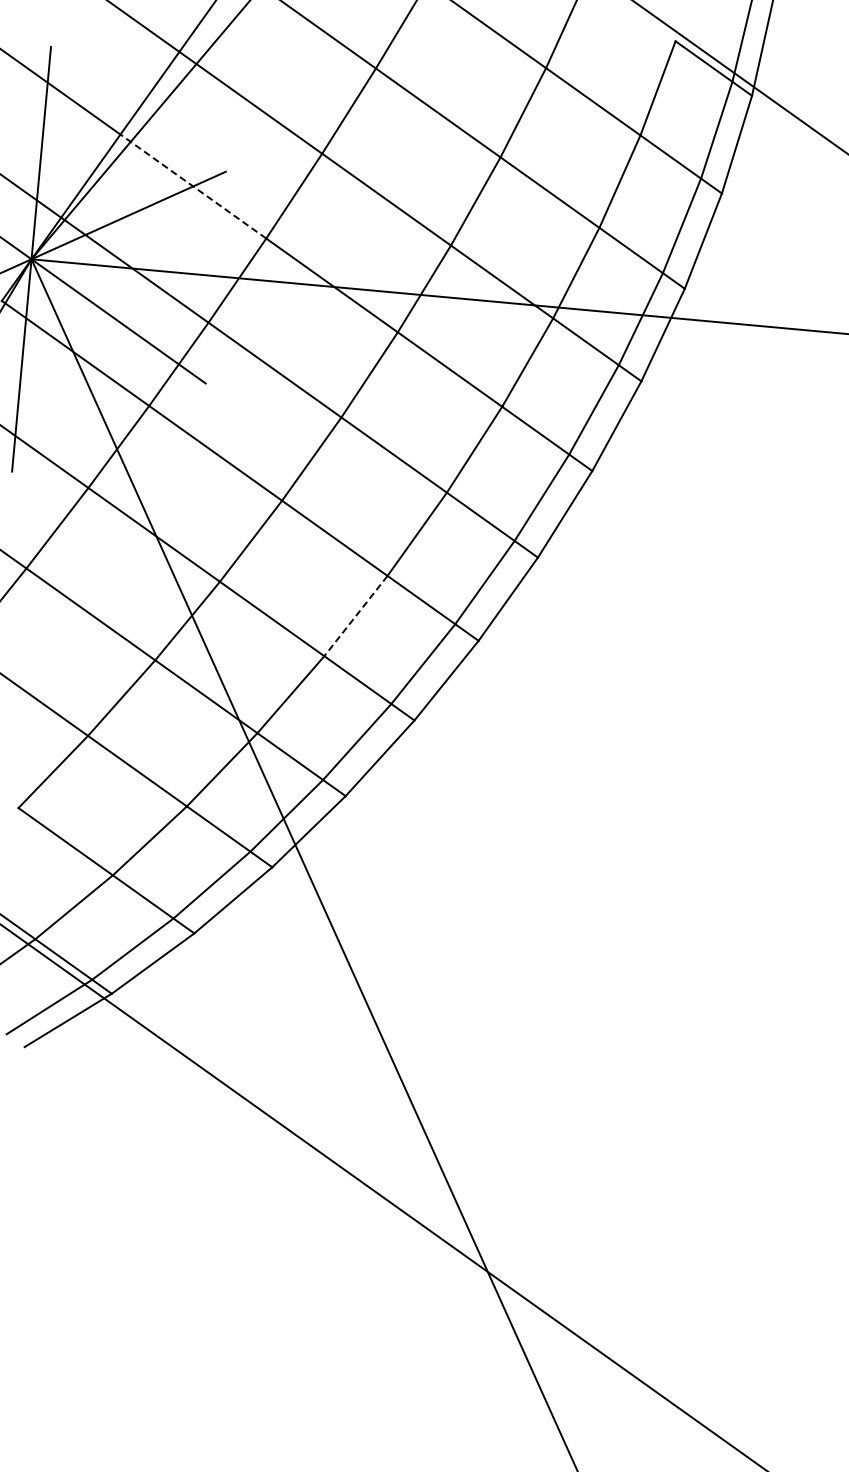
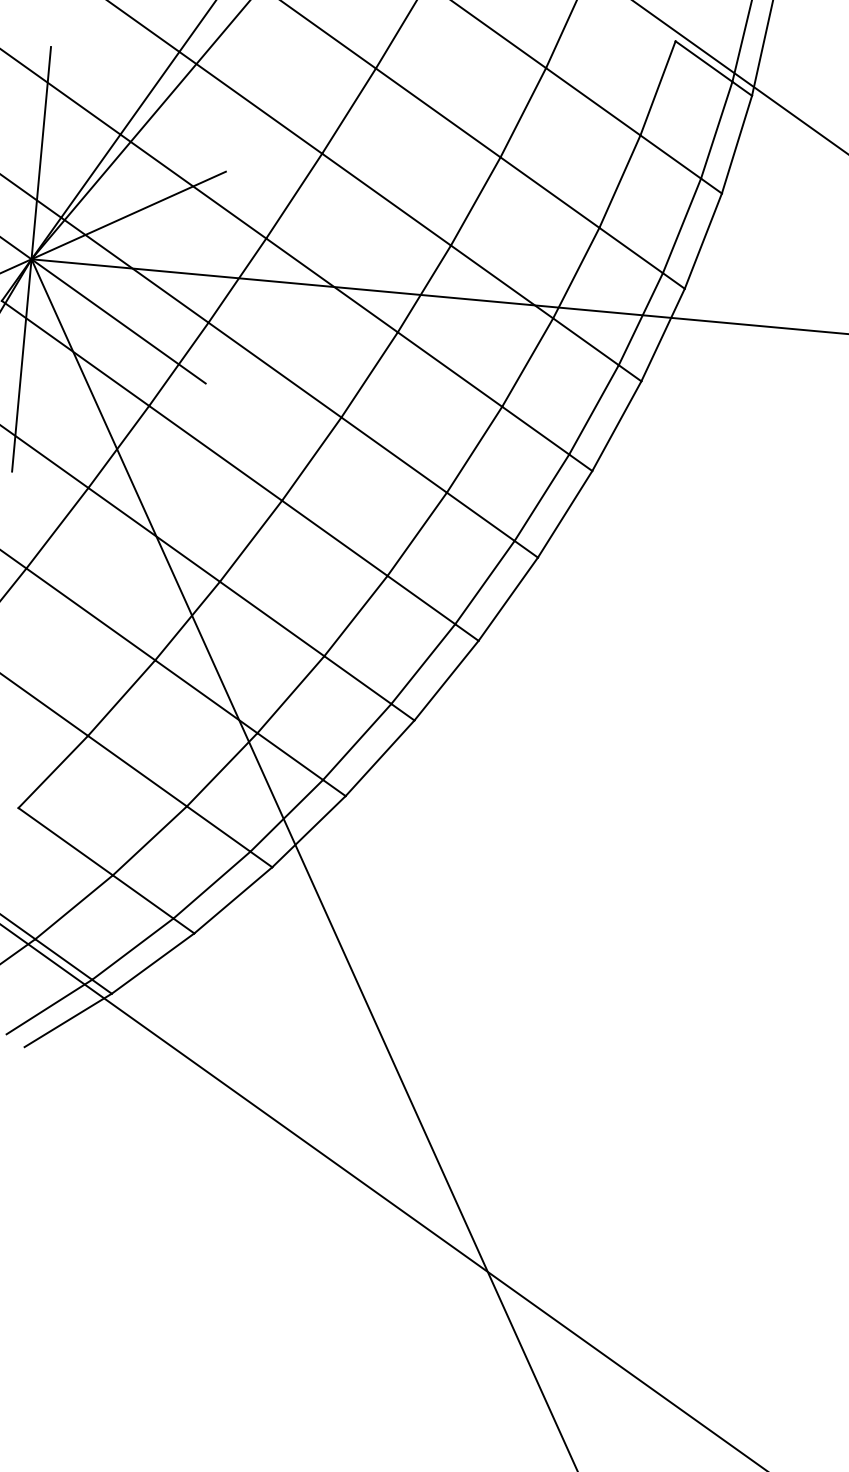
line at (193, 186): dashed -> solid
line at (355, 616): dashed -> solid
